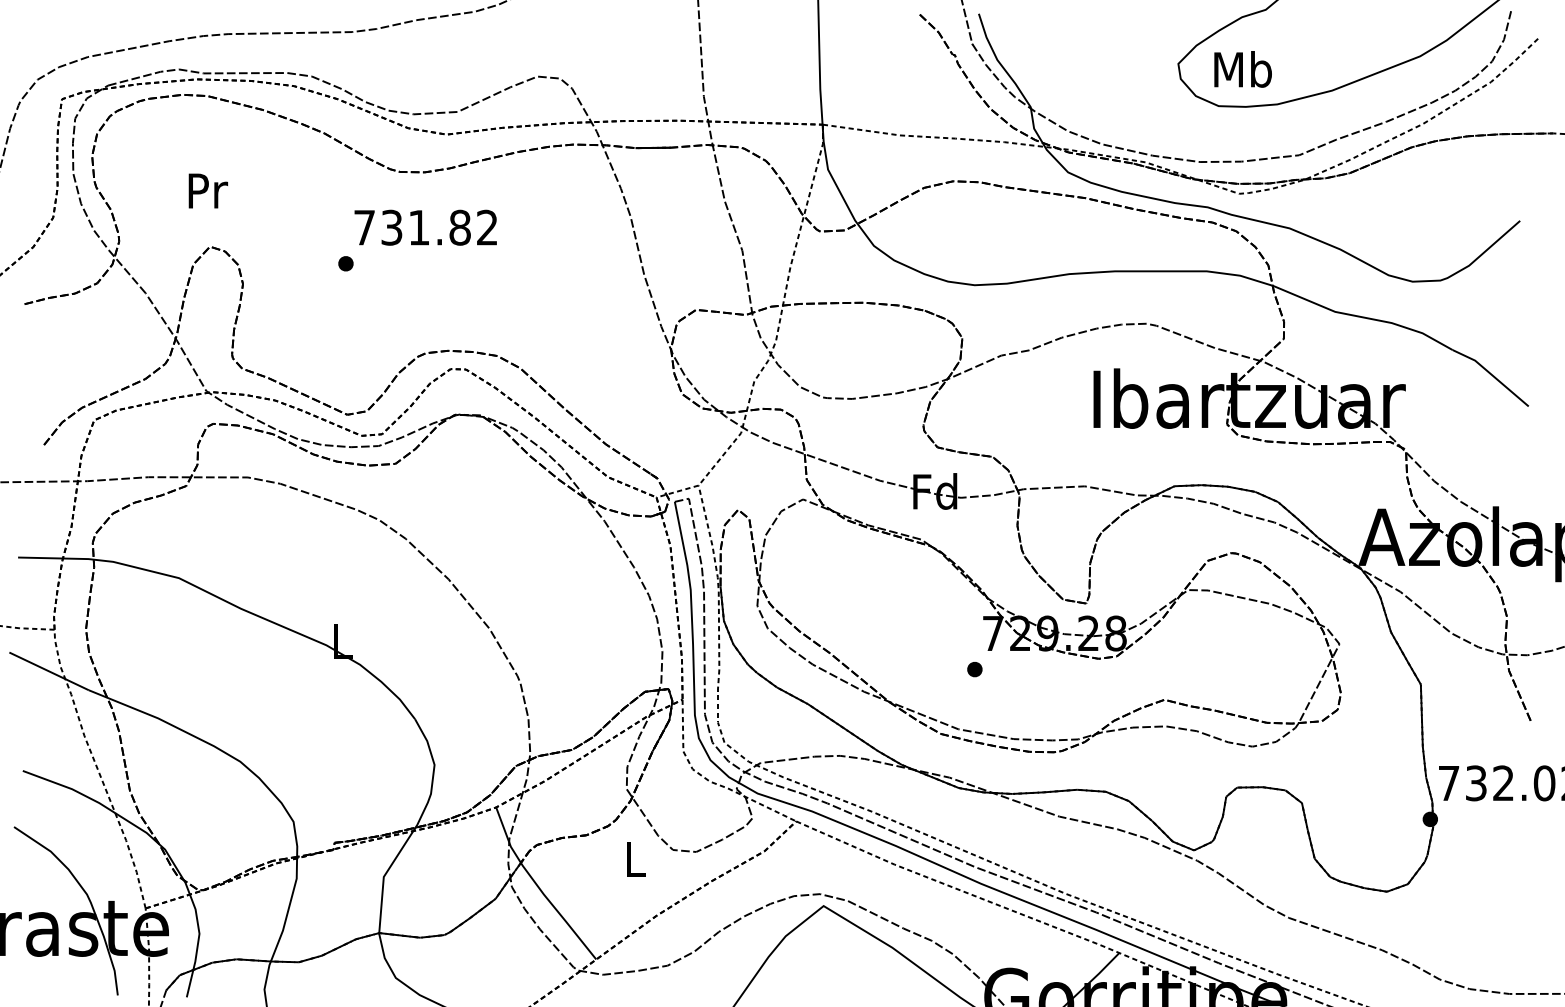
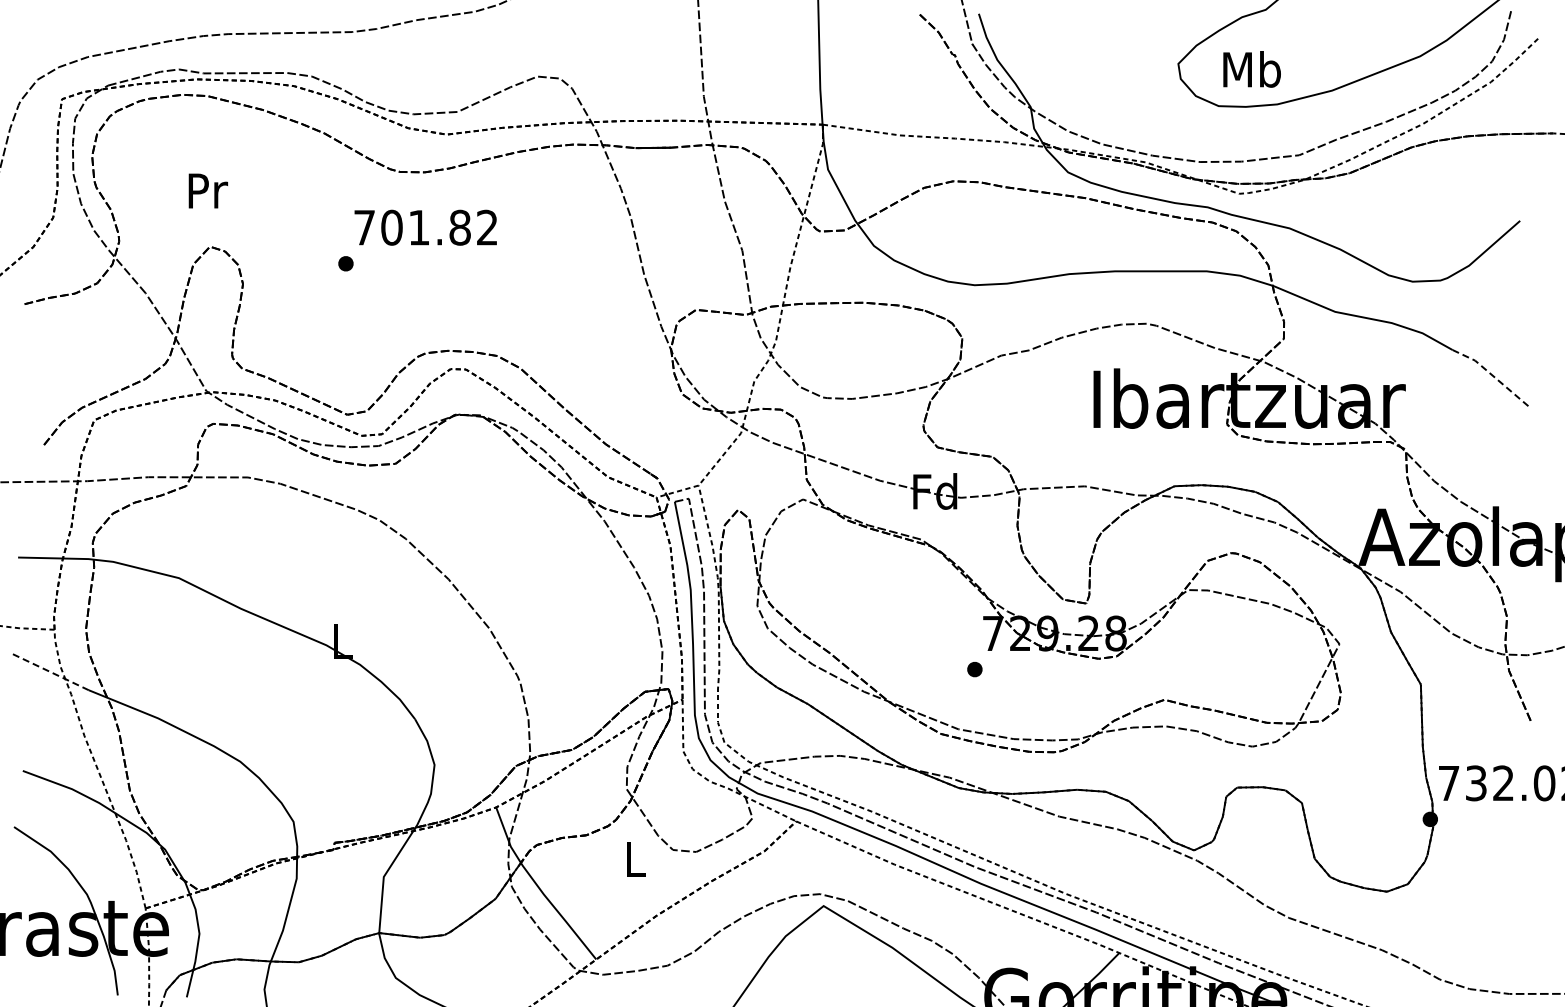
text at (1242, 69) position: (1242, 69) -> (1251, 69)
text at (391, 227): 731.82 -> 701.82
line at (1492, 375): solid -> dashed
line at (49, 671): solid -> dashed
